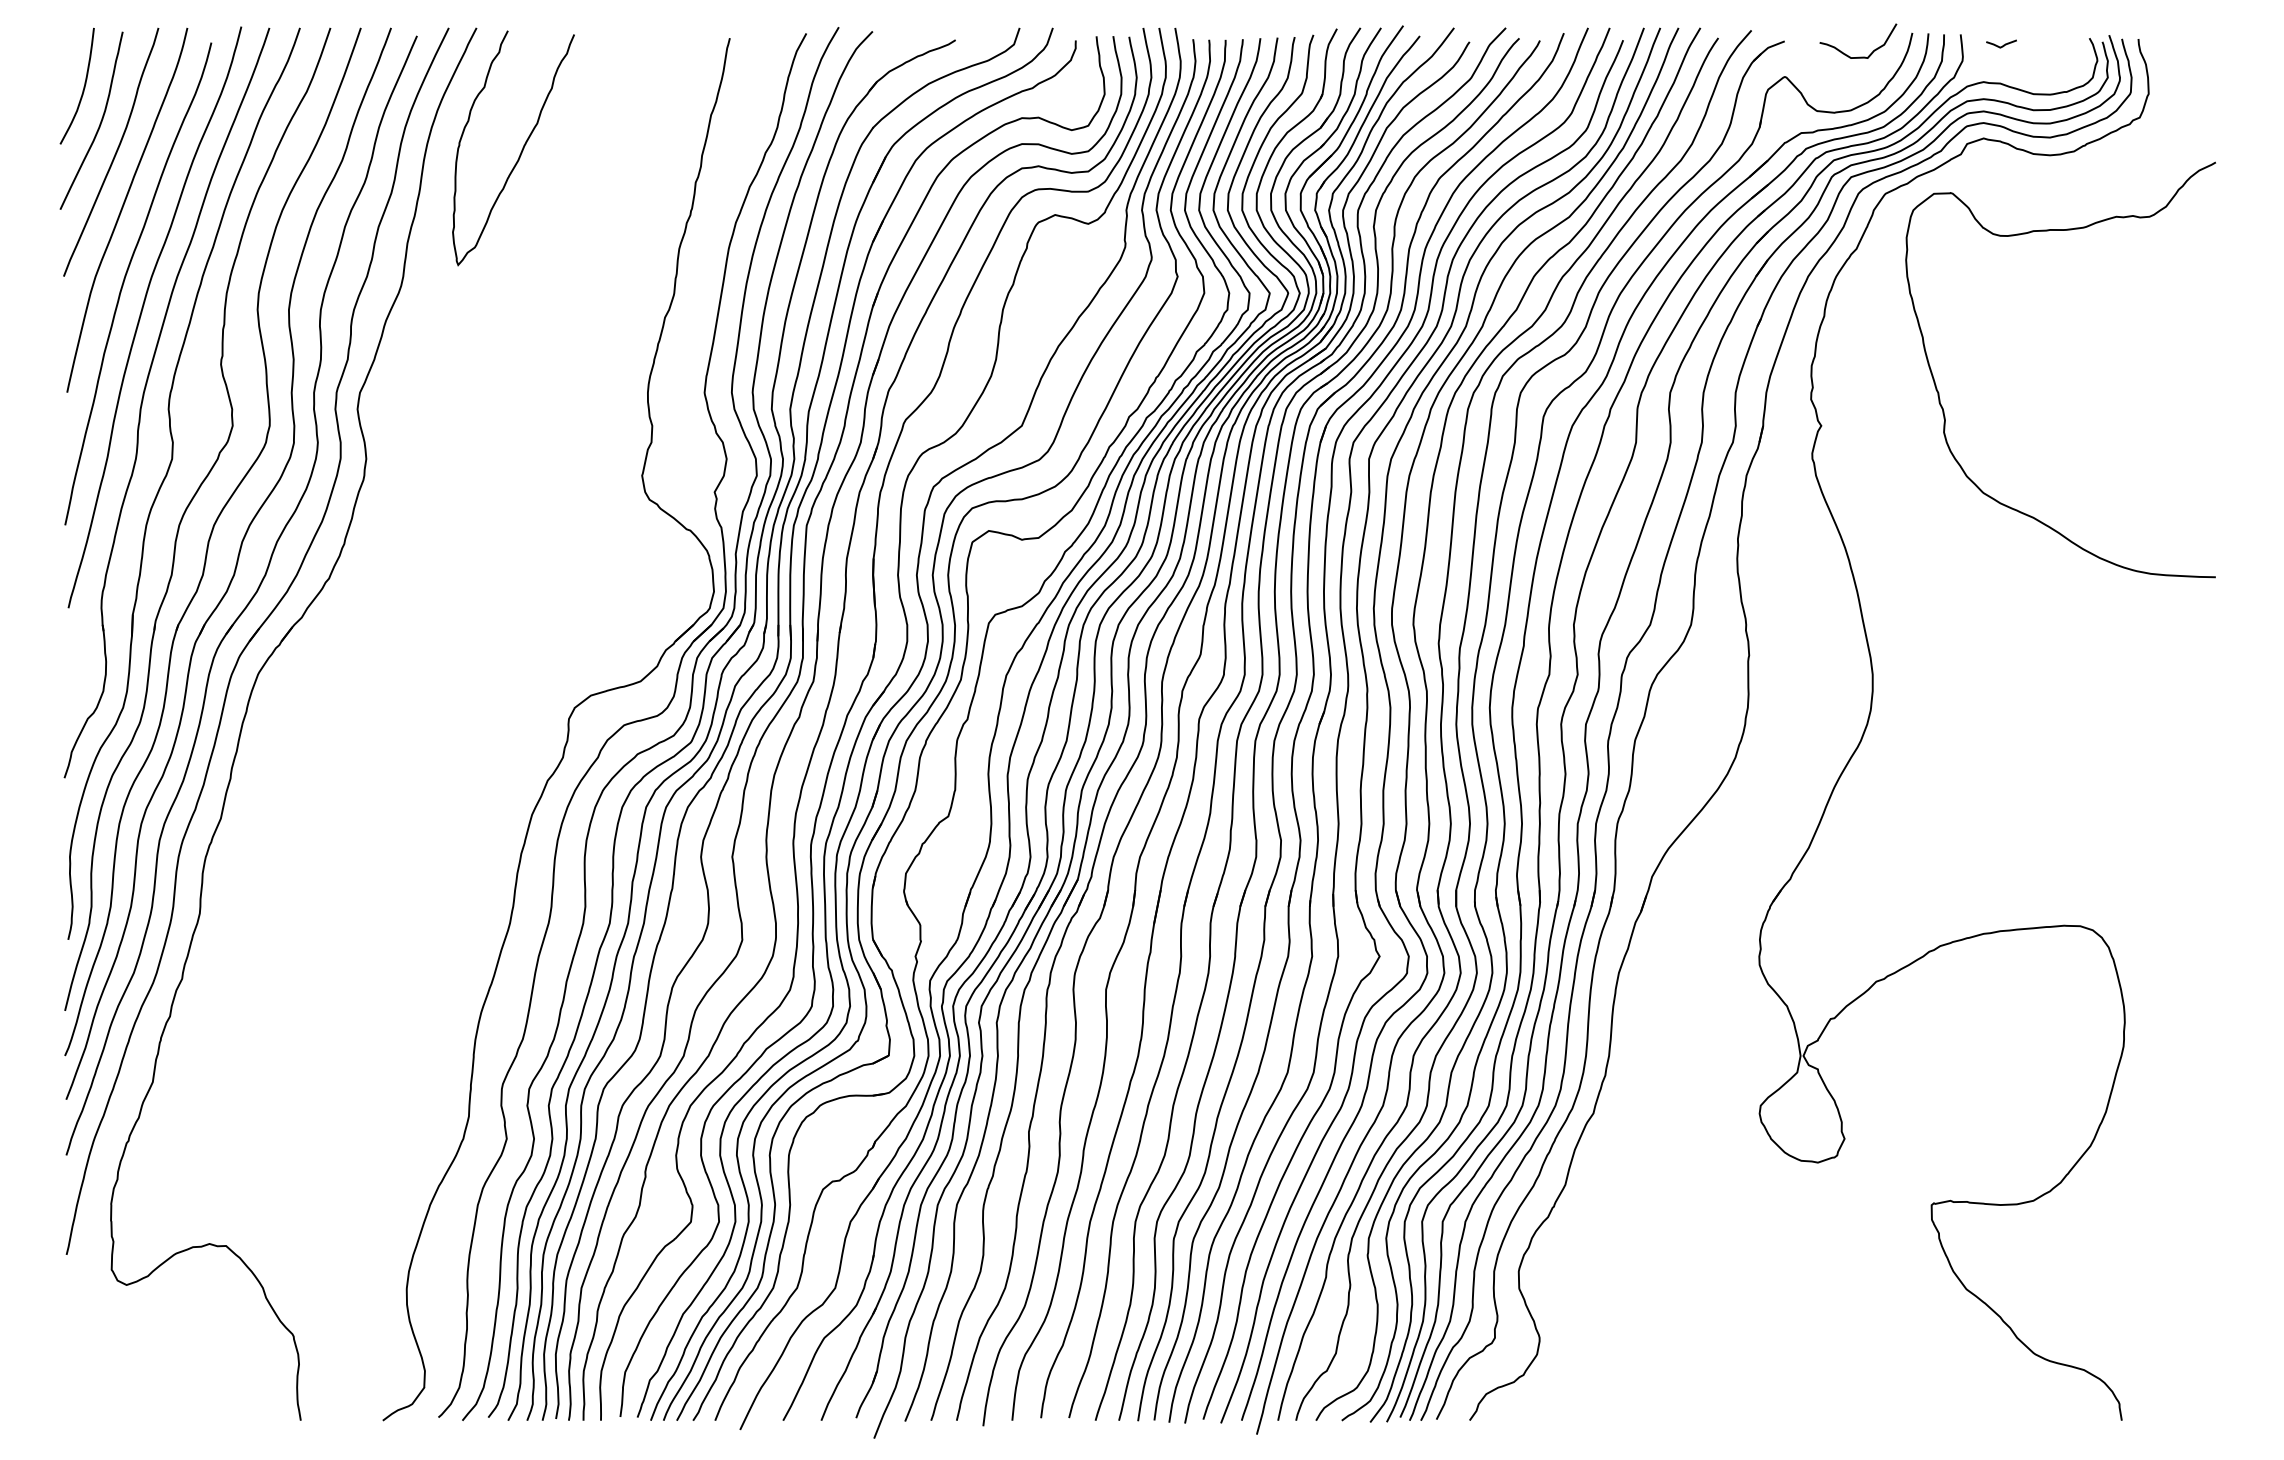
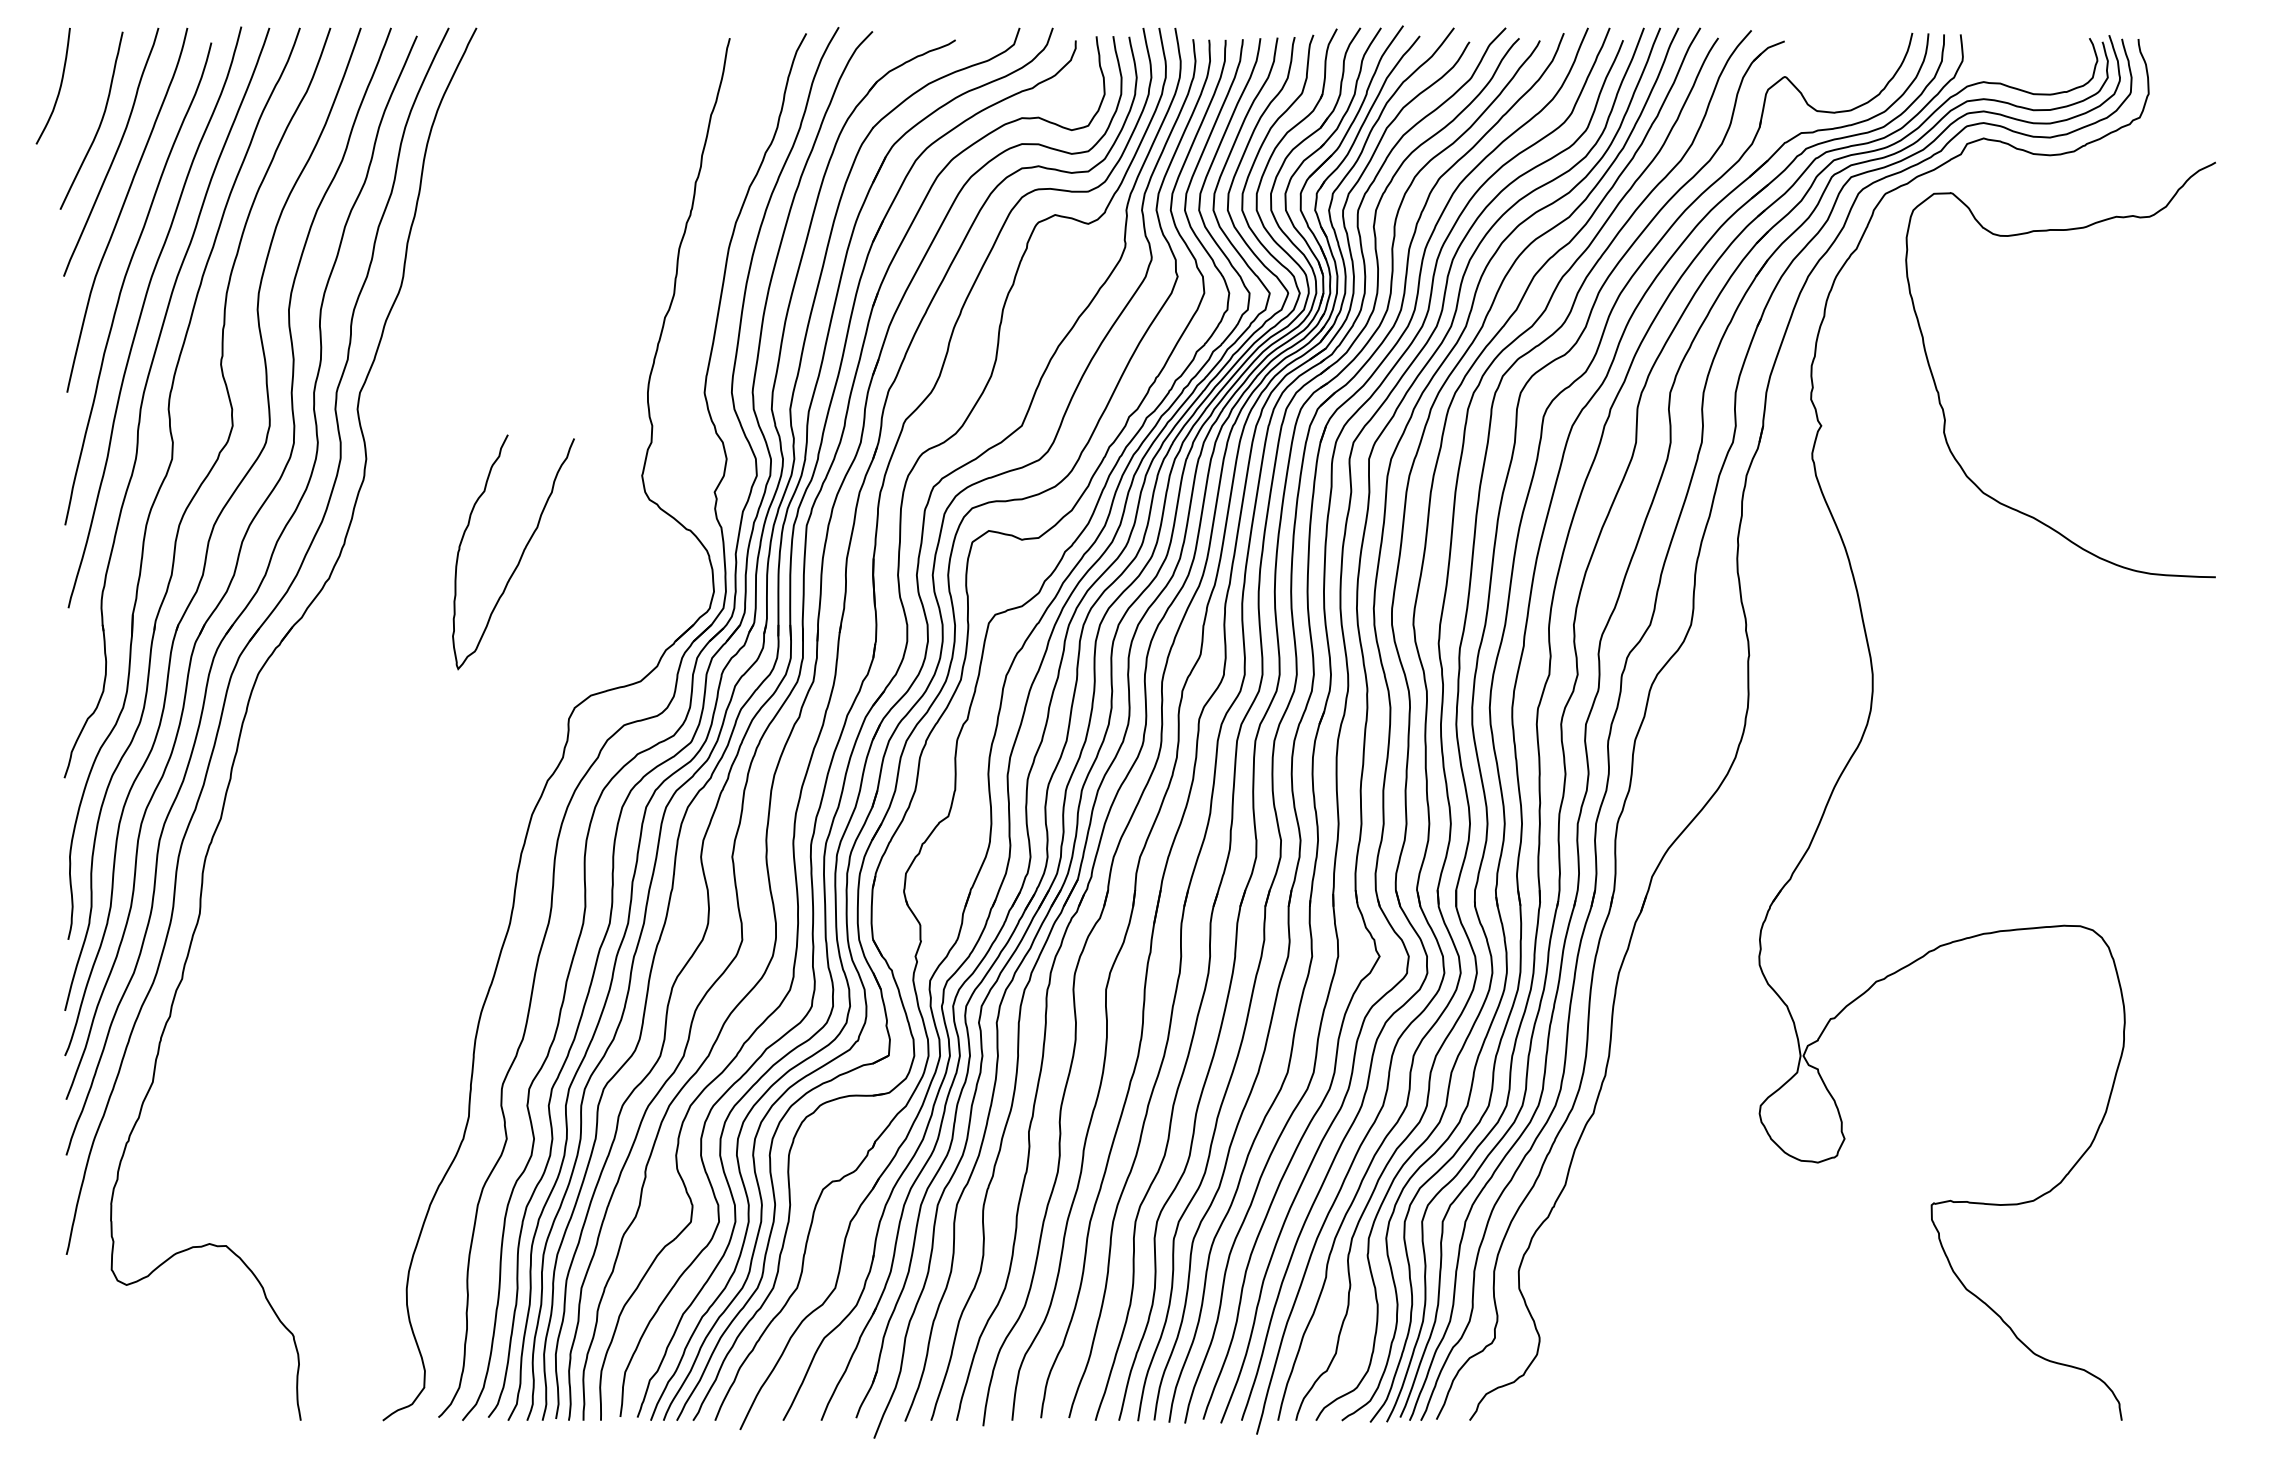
curve at (2003, 44): present -> none
curve at (1858, 56): present -> none
curve at (83, 86) position: (83, 86) -> (59, 86)
curve at (521, 149) position: (521, 149) -> (521, 553)
